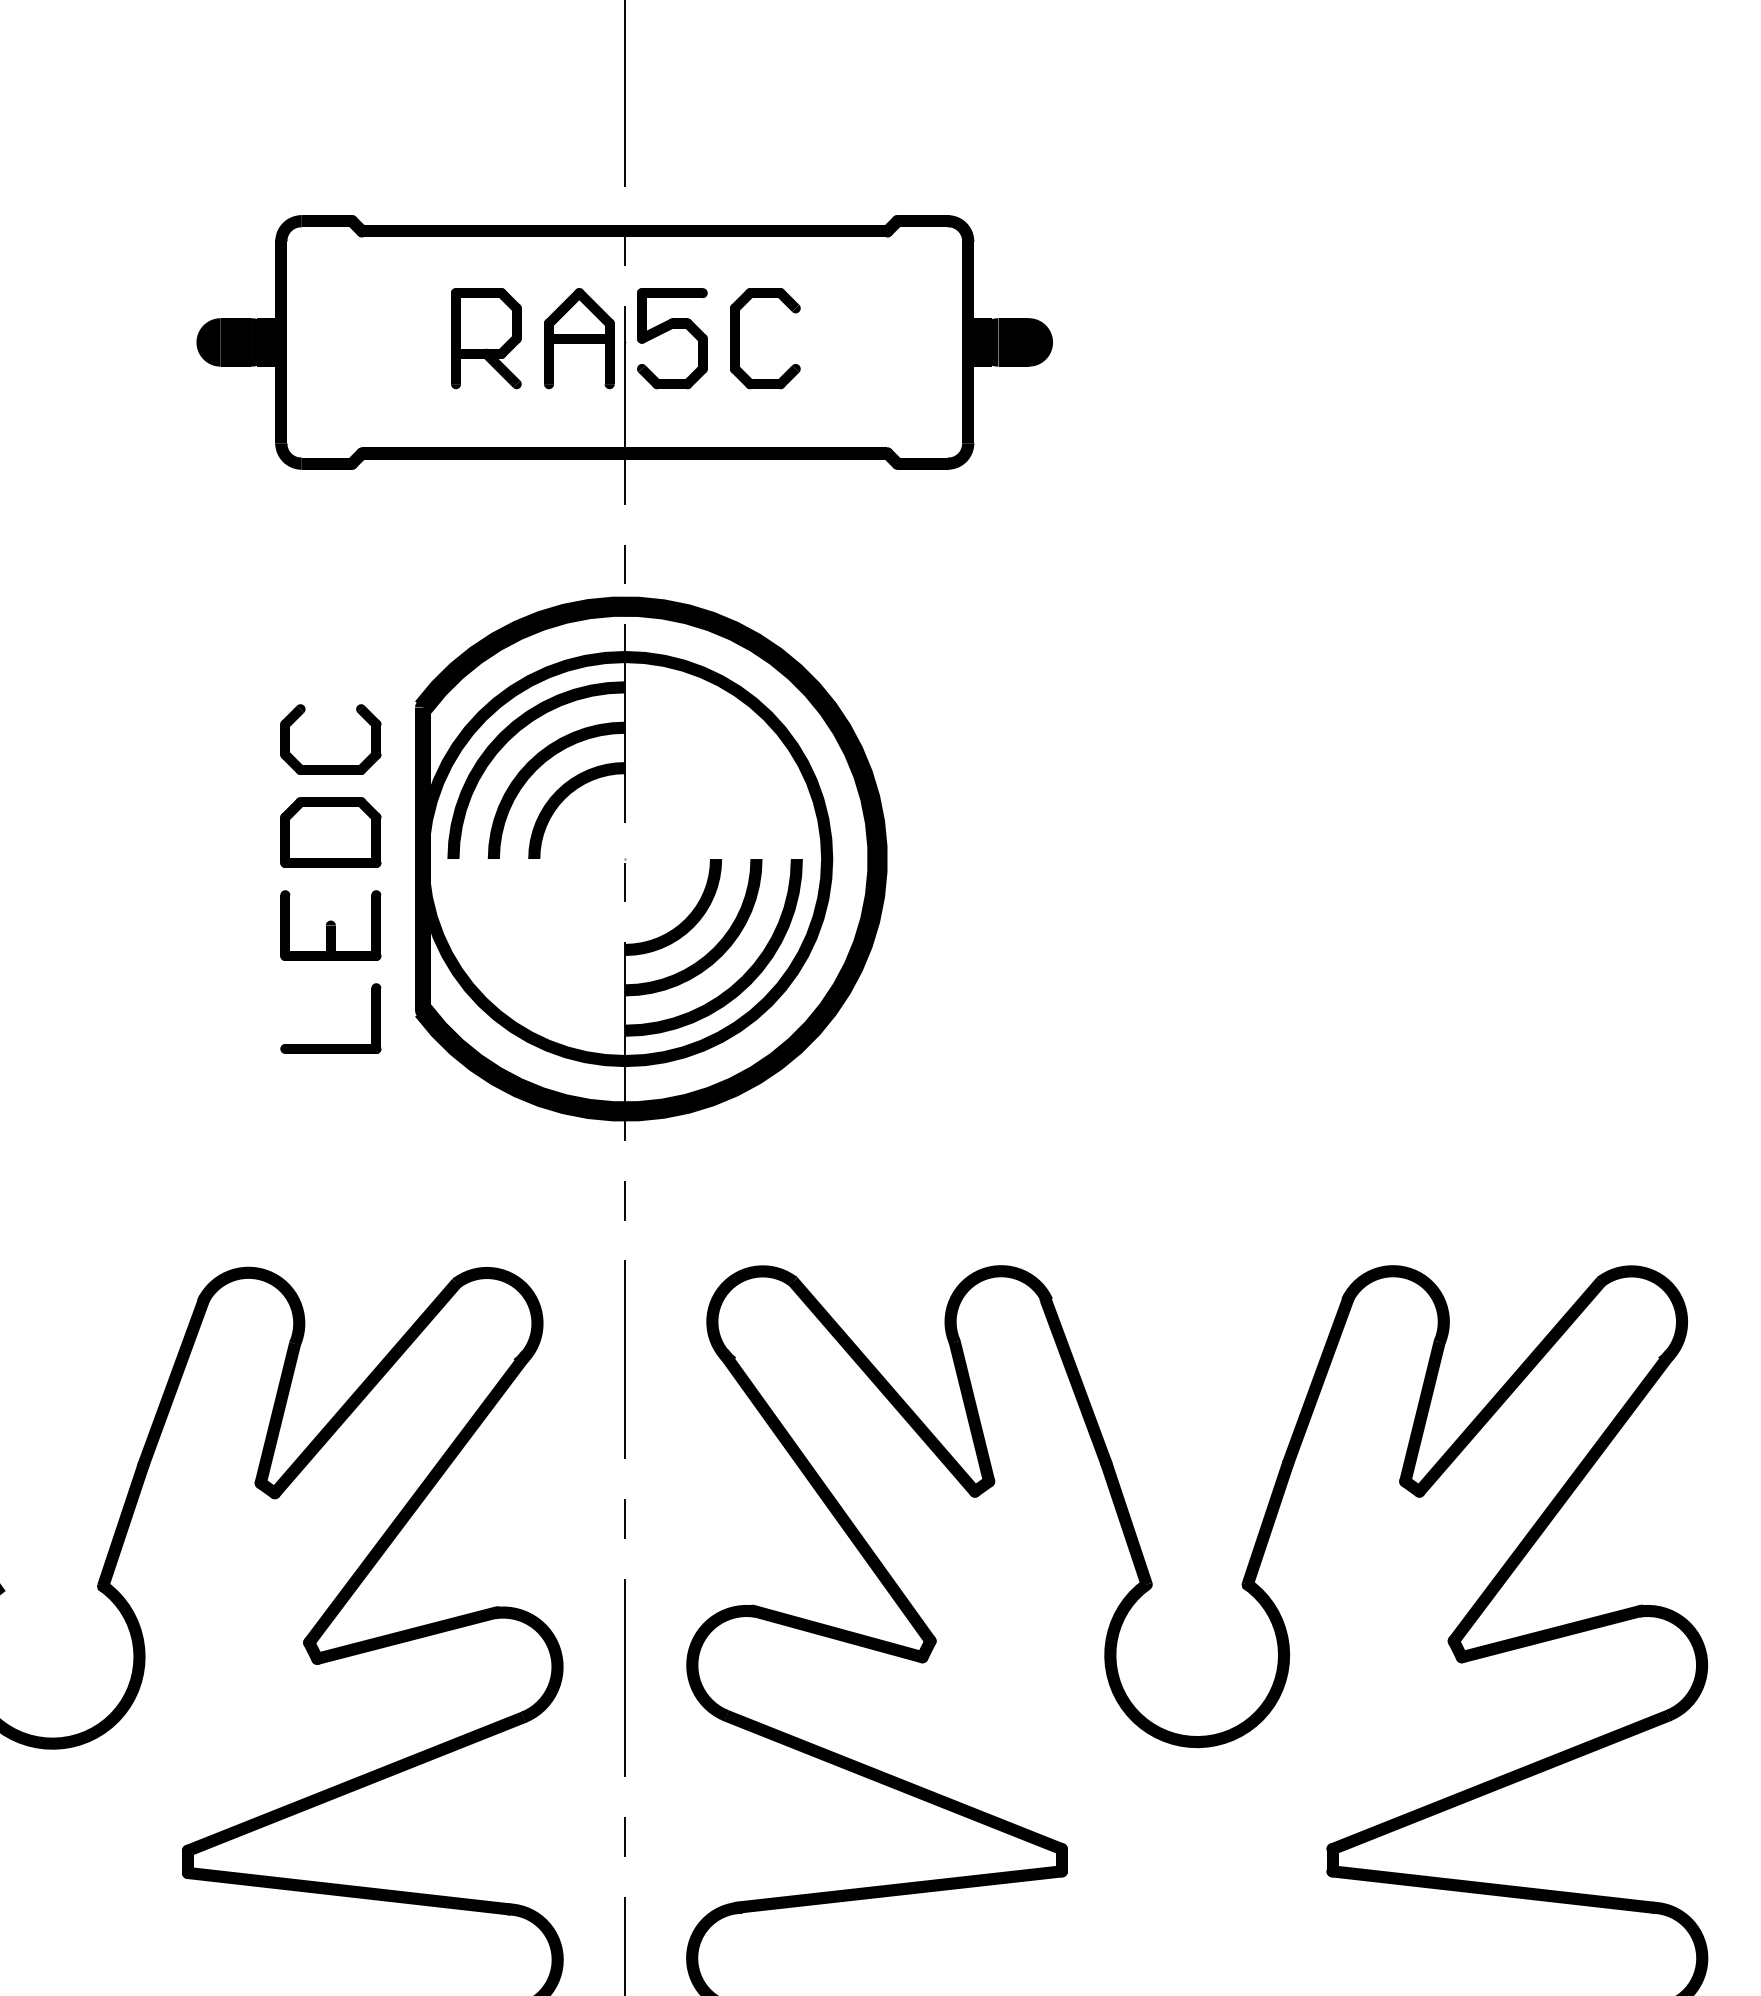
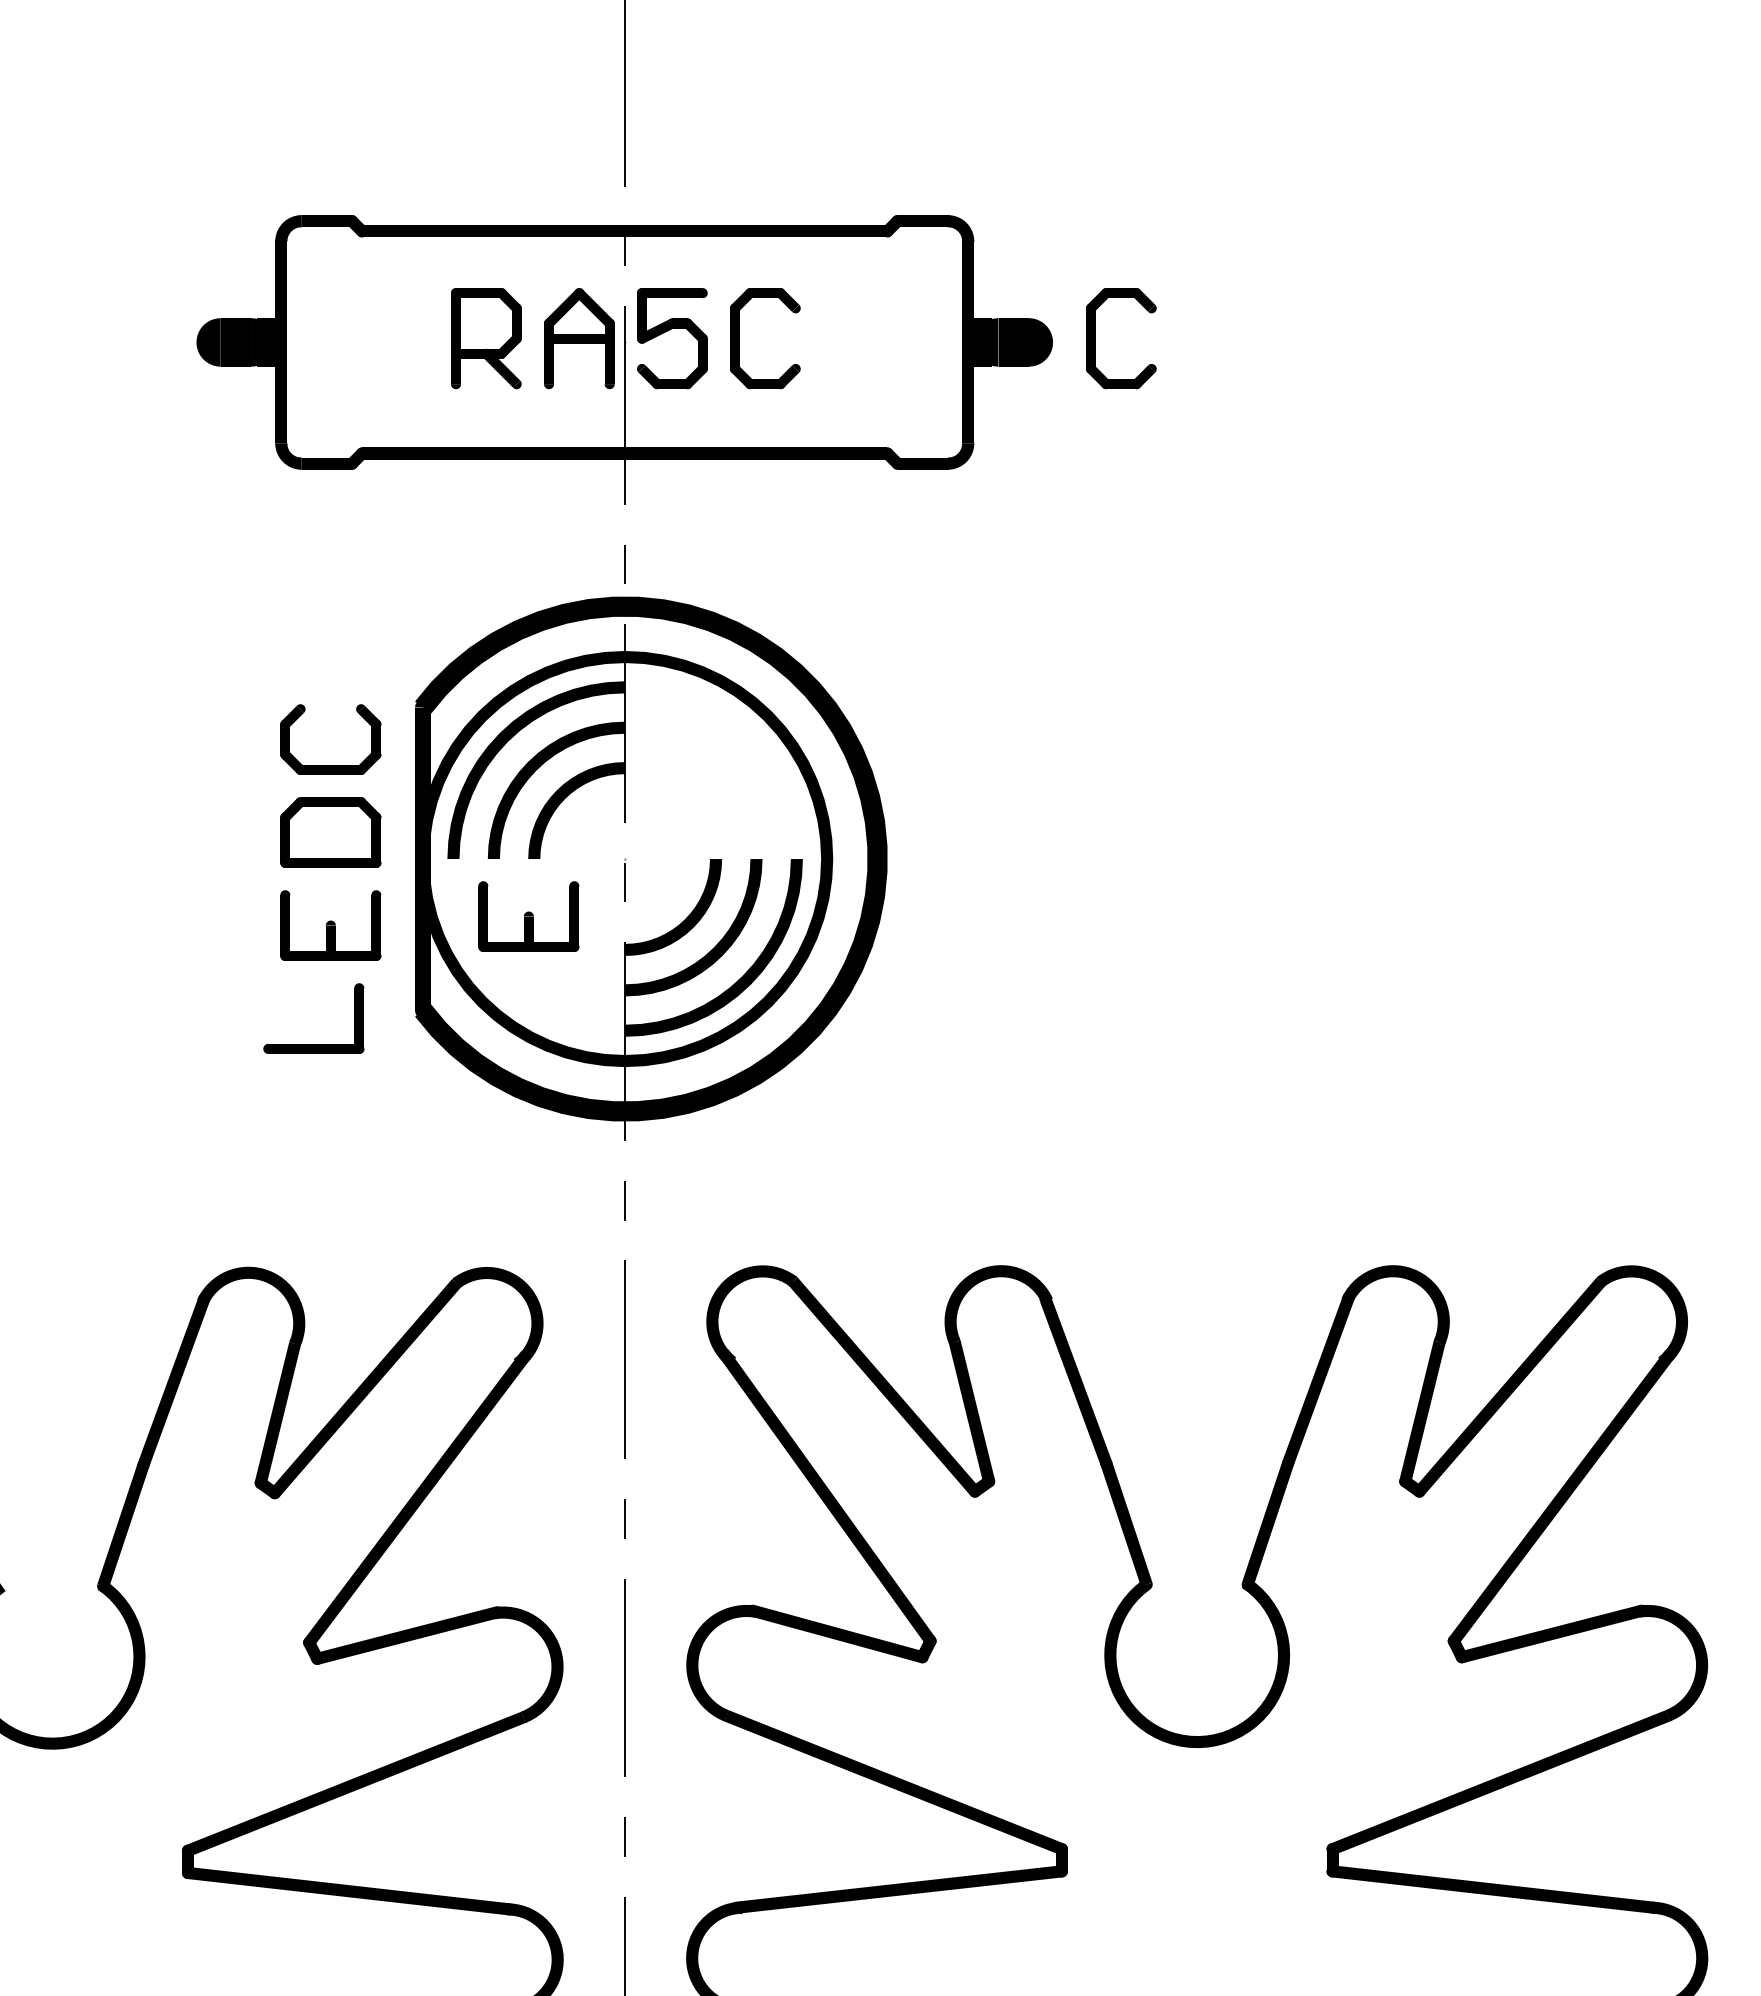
part at (1095, 338): none -> present
part at (528, 916): none -> present
part at (330, 1044) position: (330, 1044) -> (313, 1044)
